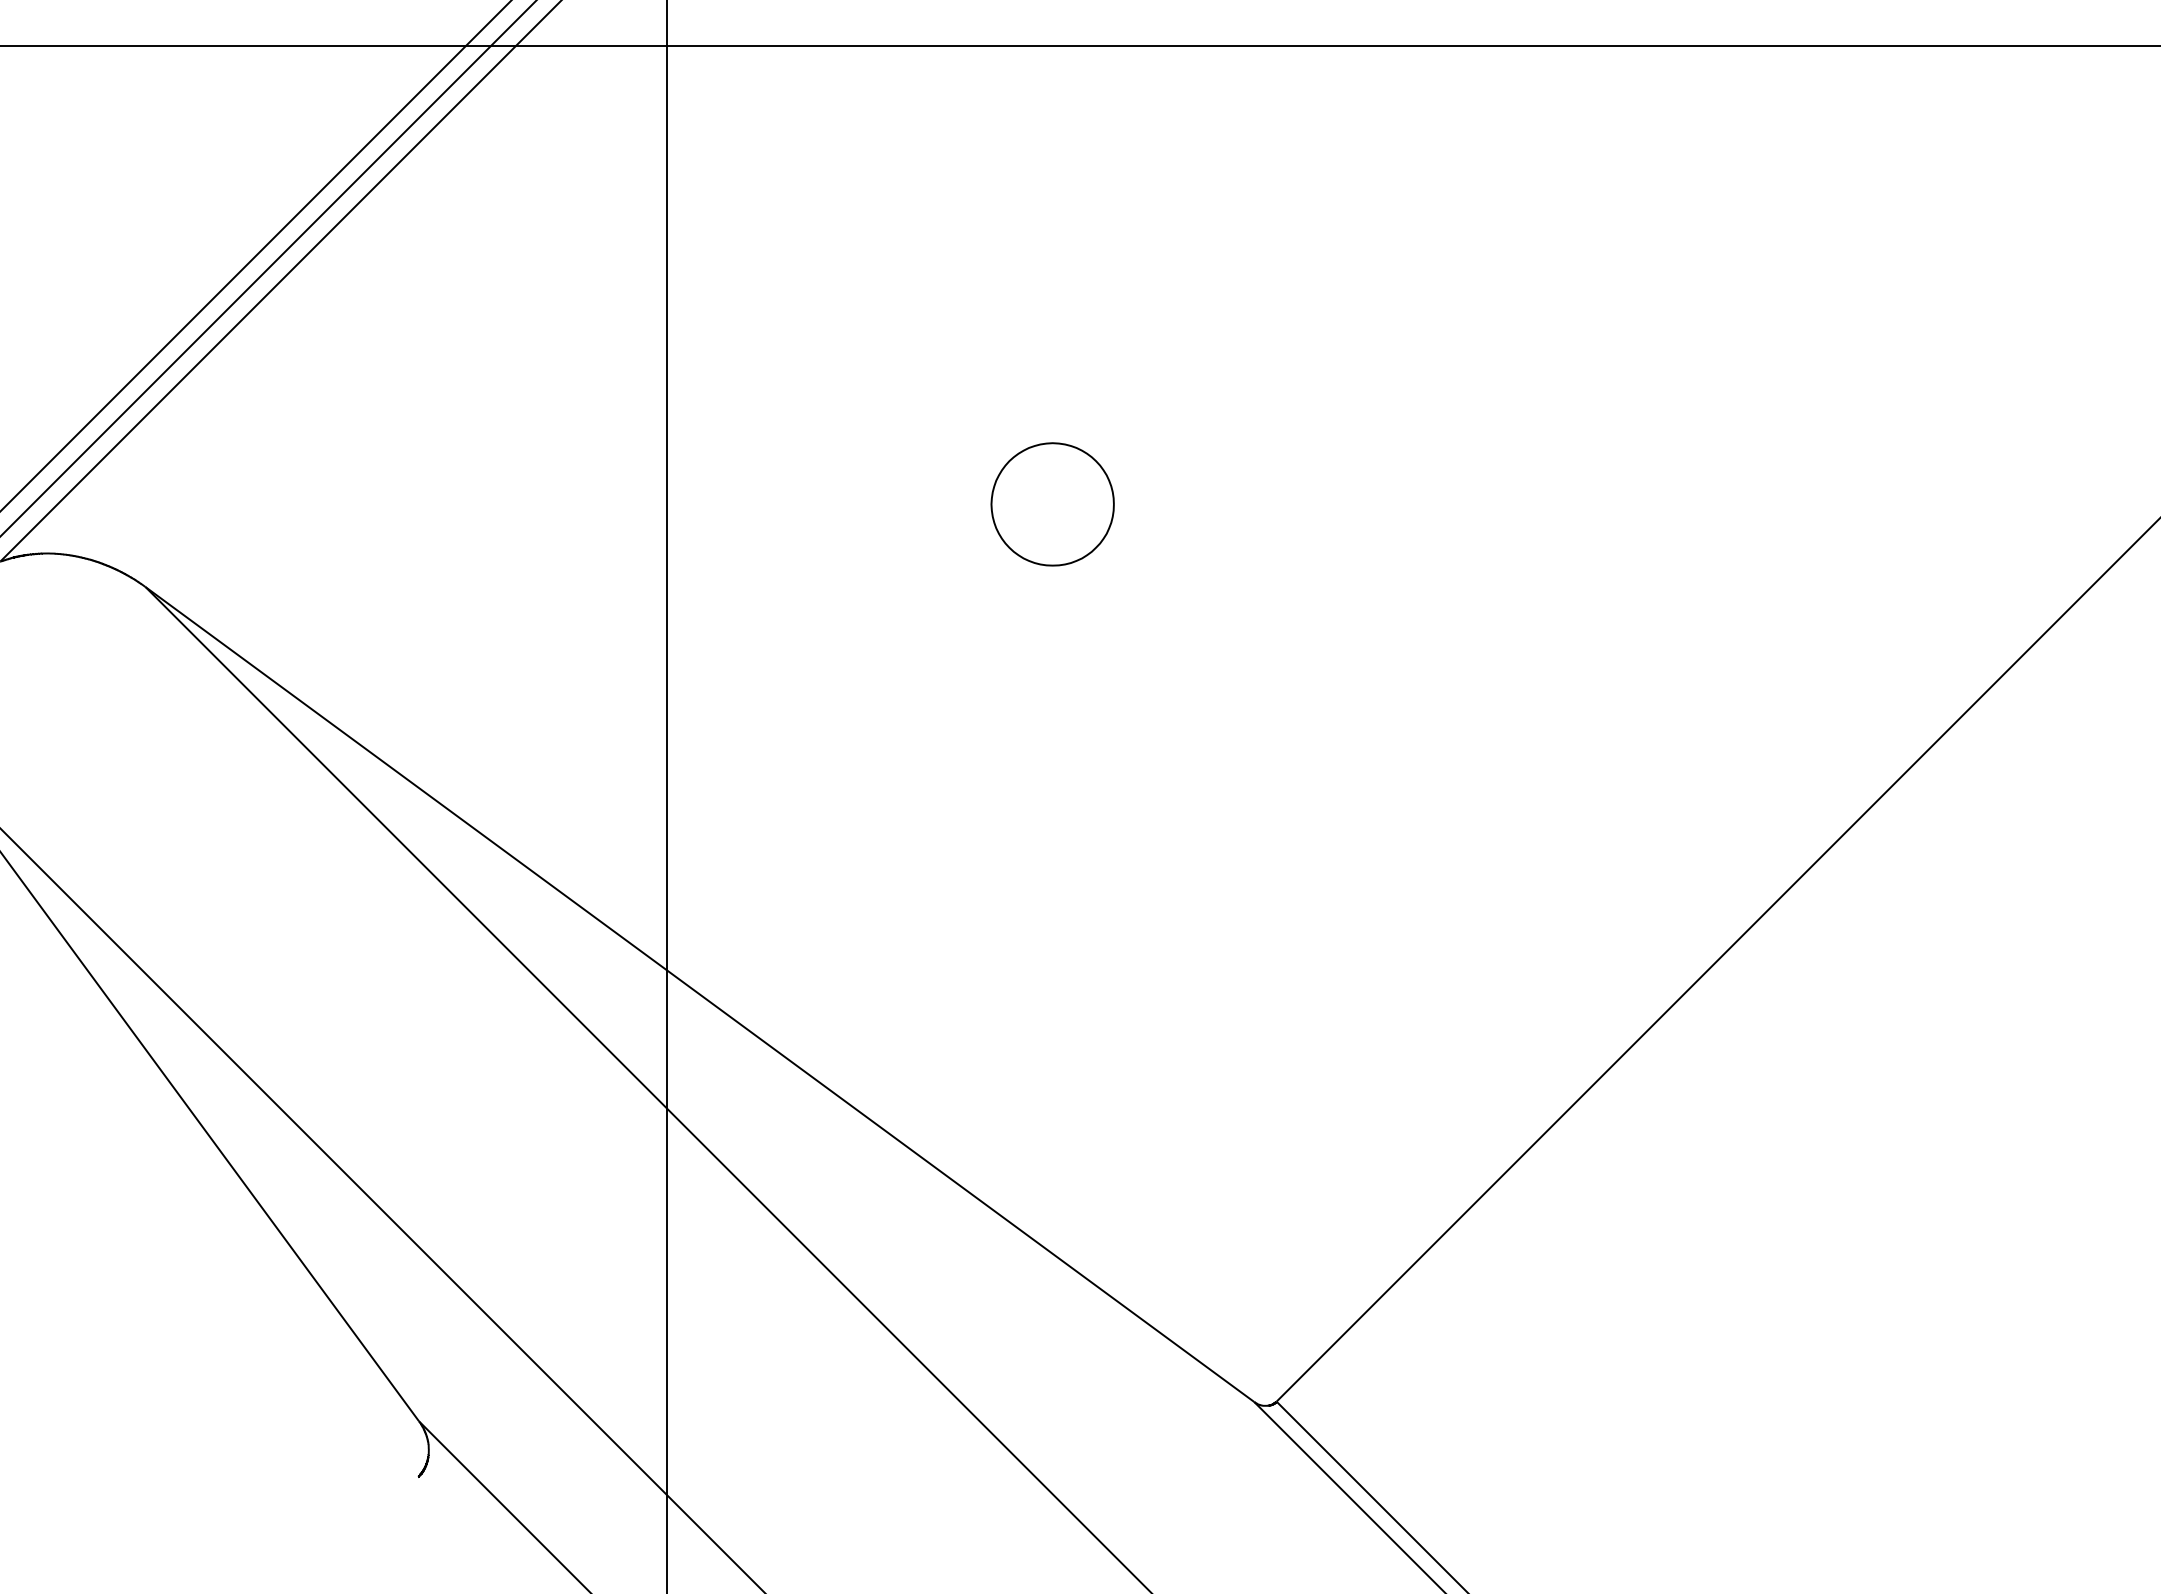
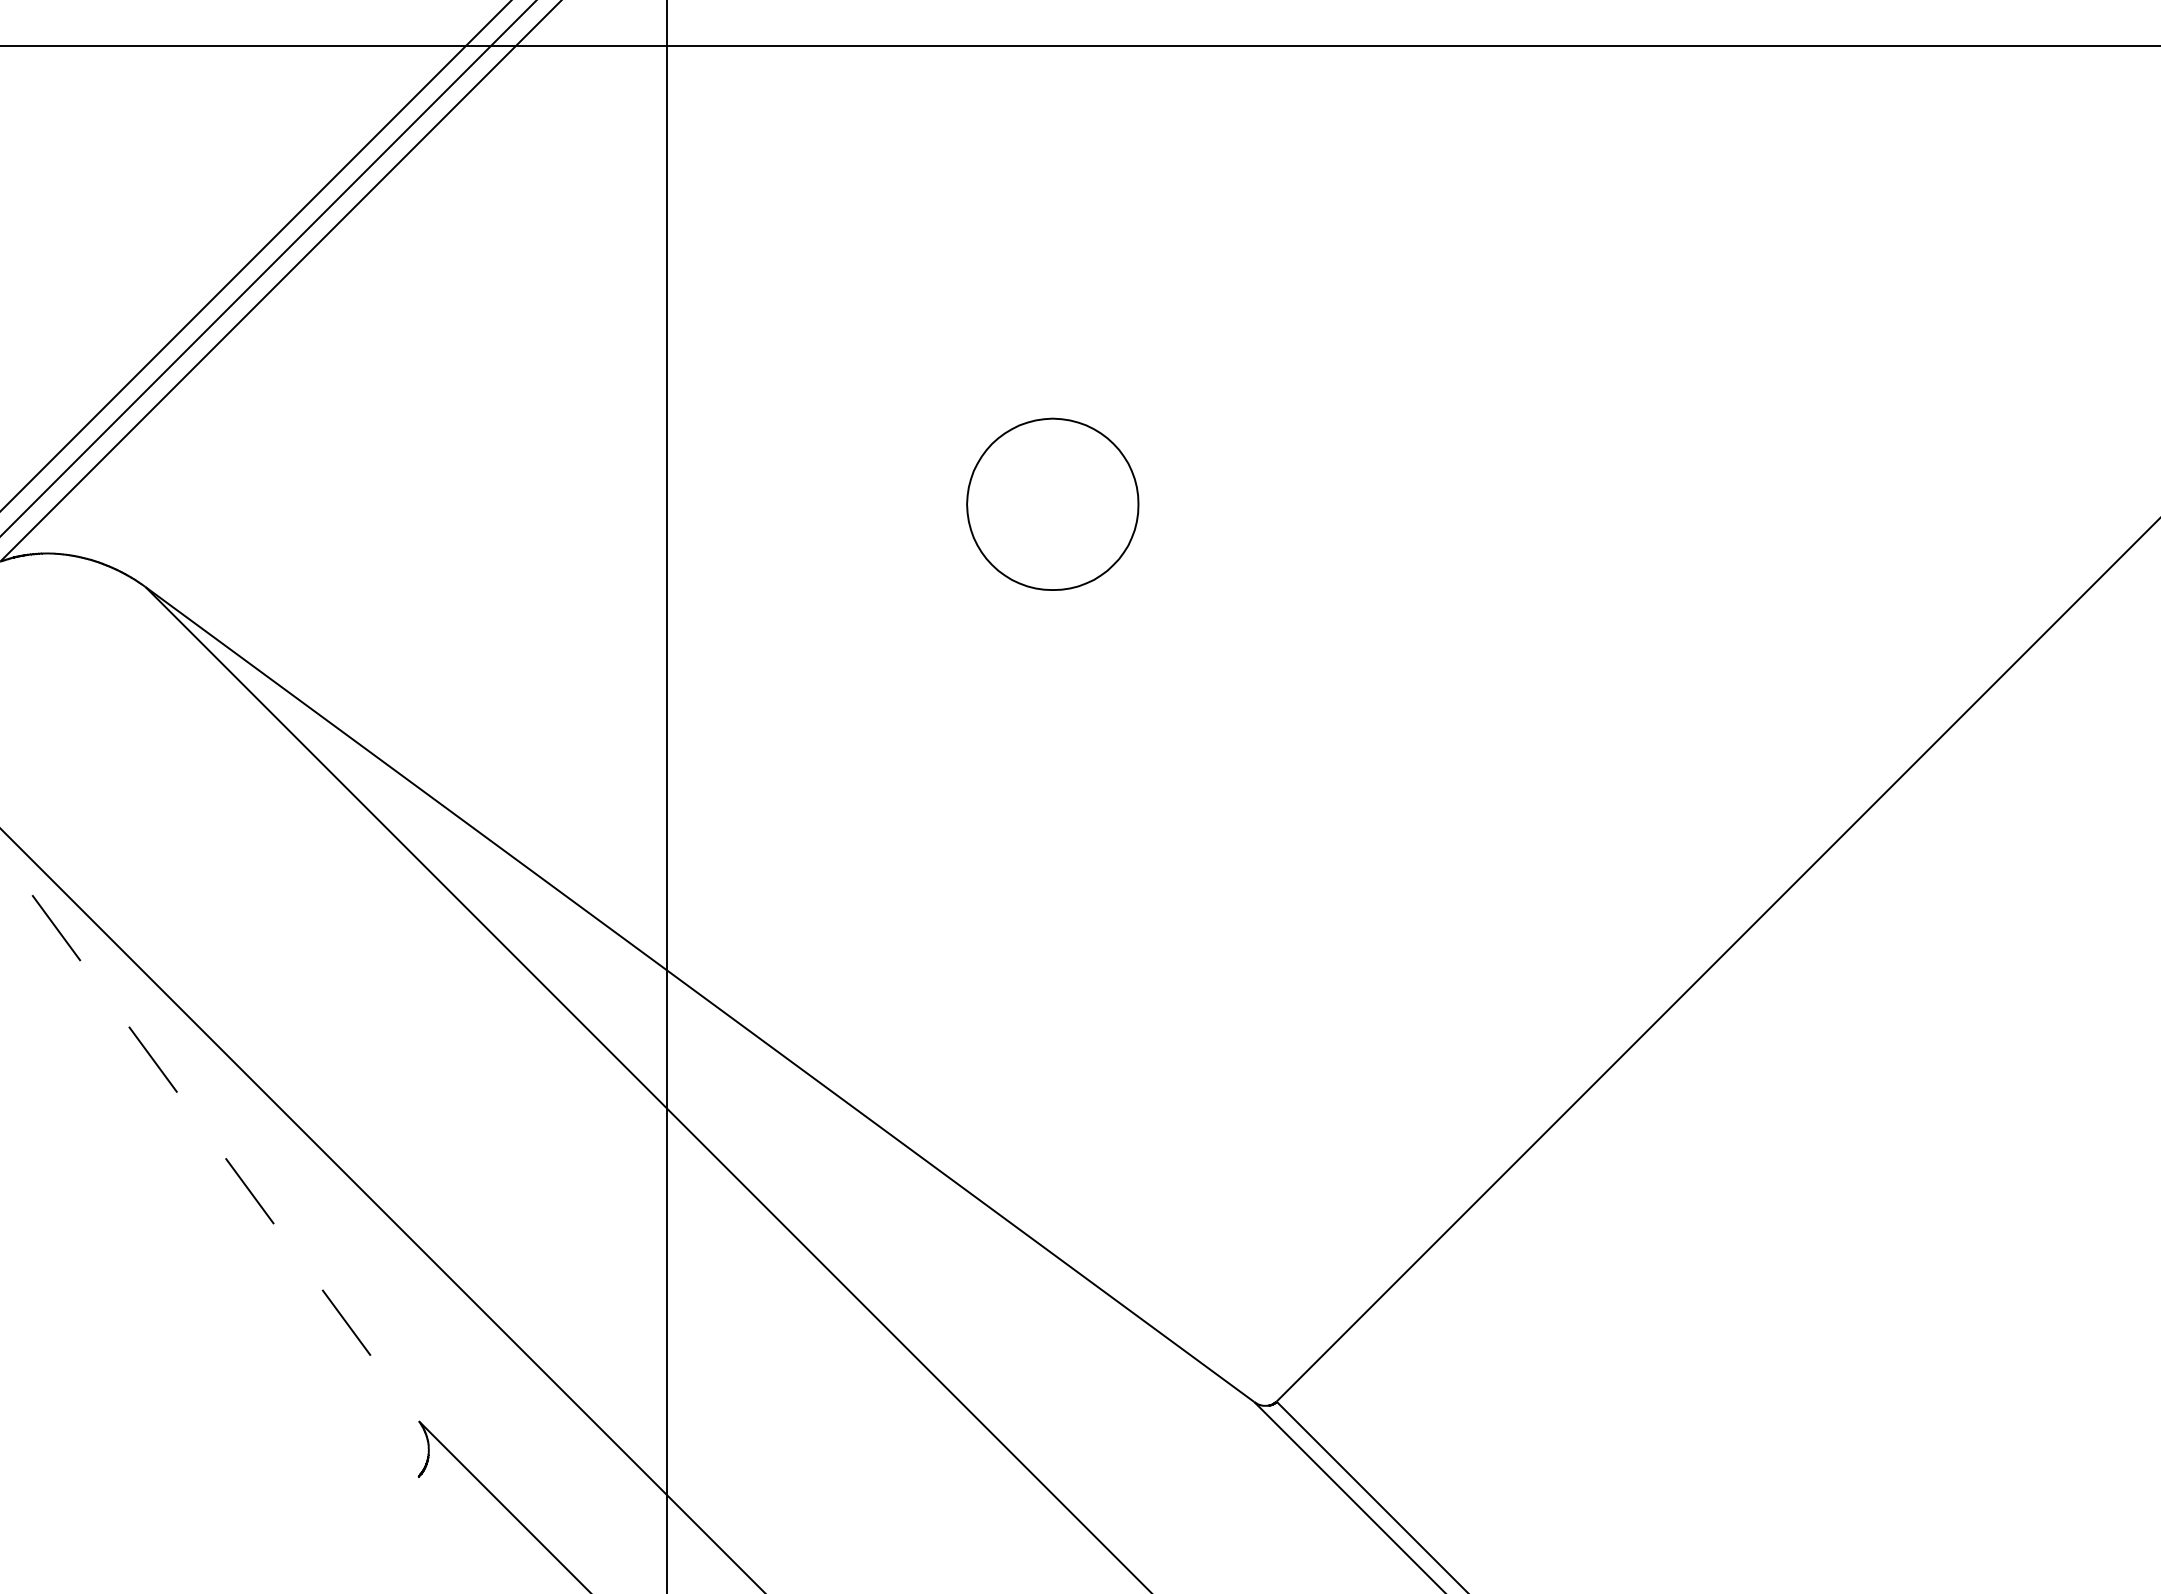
part at (1052, 504) size: 125x125 px -> 174x174 px
line at (209, 1136): solid -> dashed
